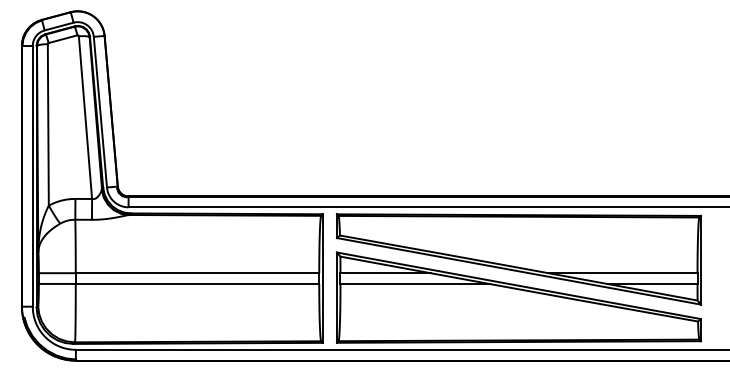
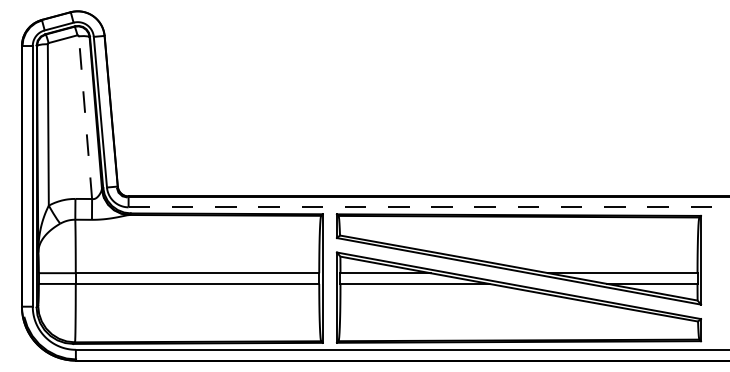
line at (85, 117): solid -> dashed
line at (429, 207): solid -> dashed
